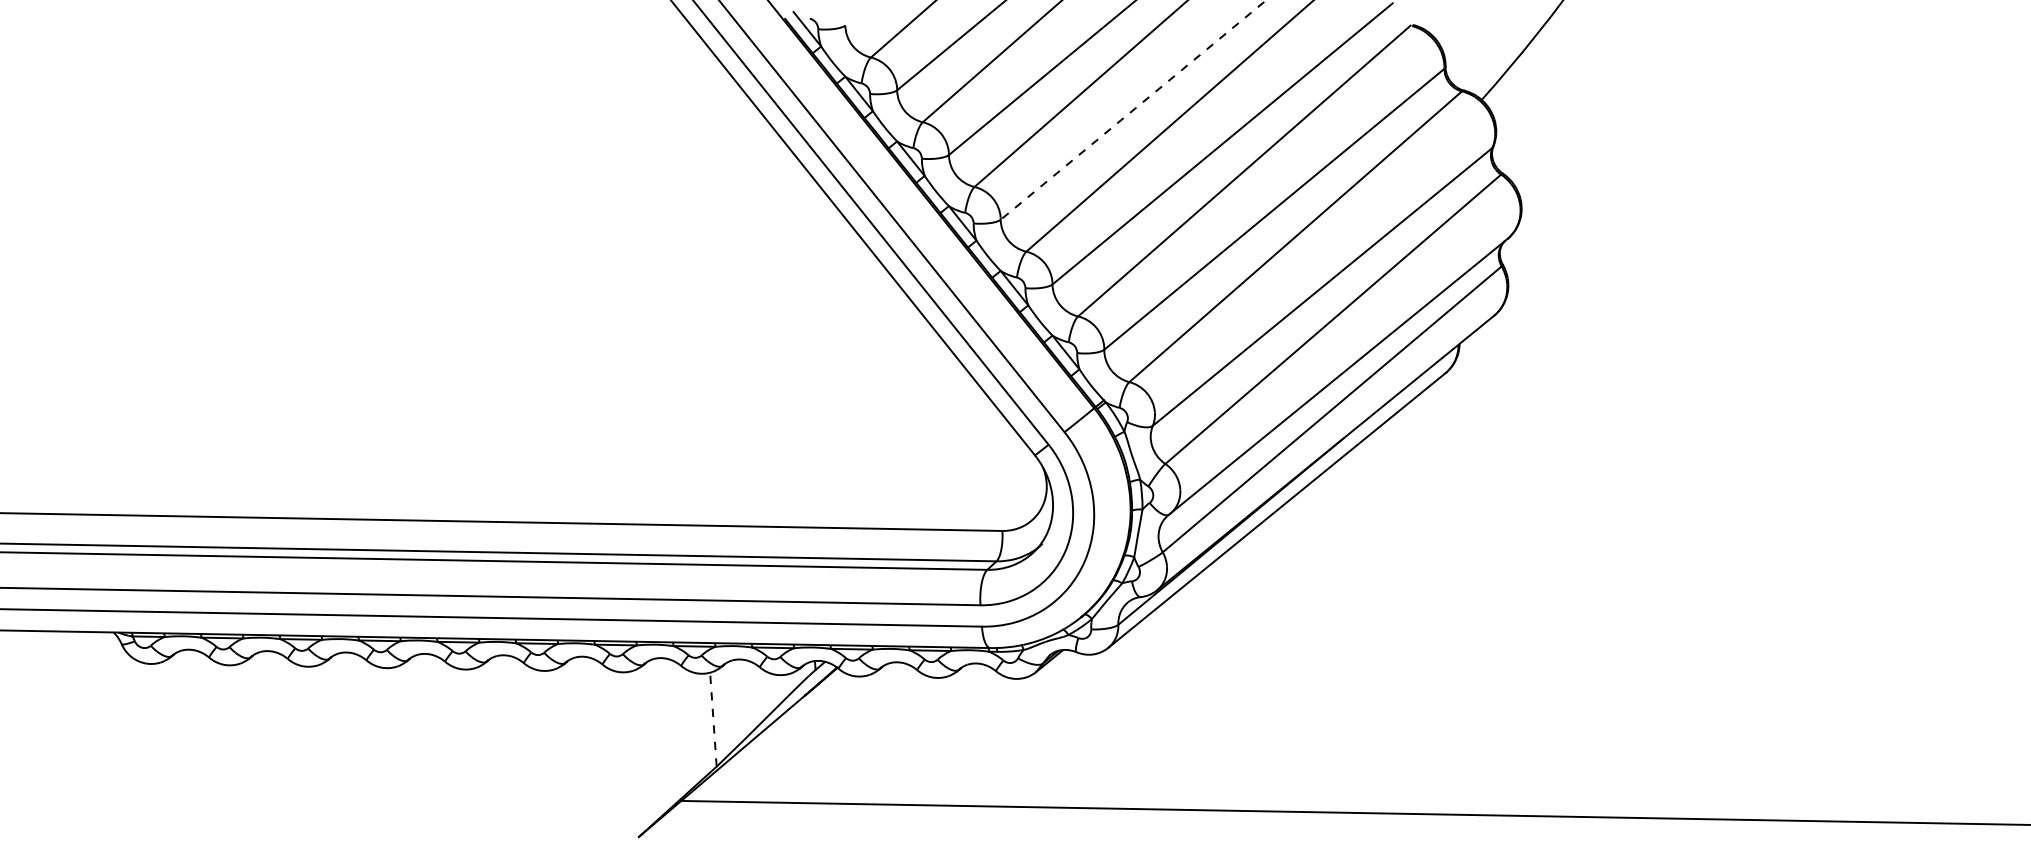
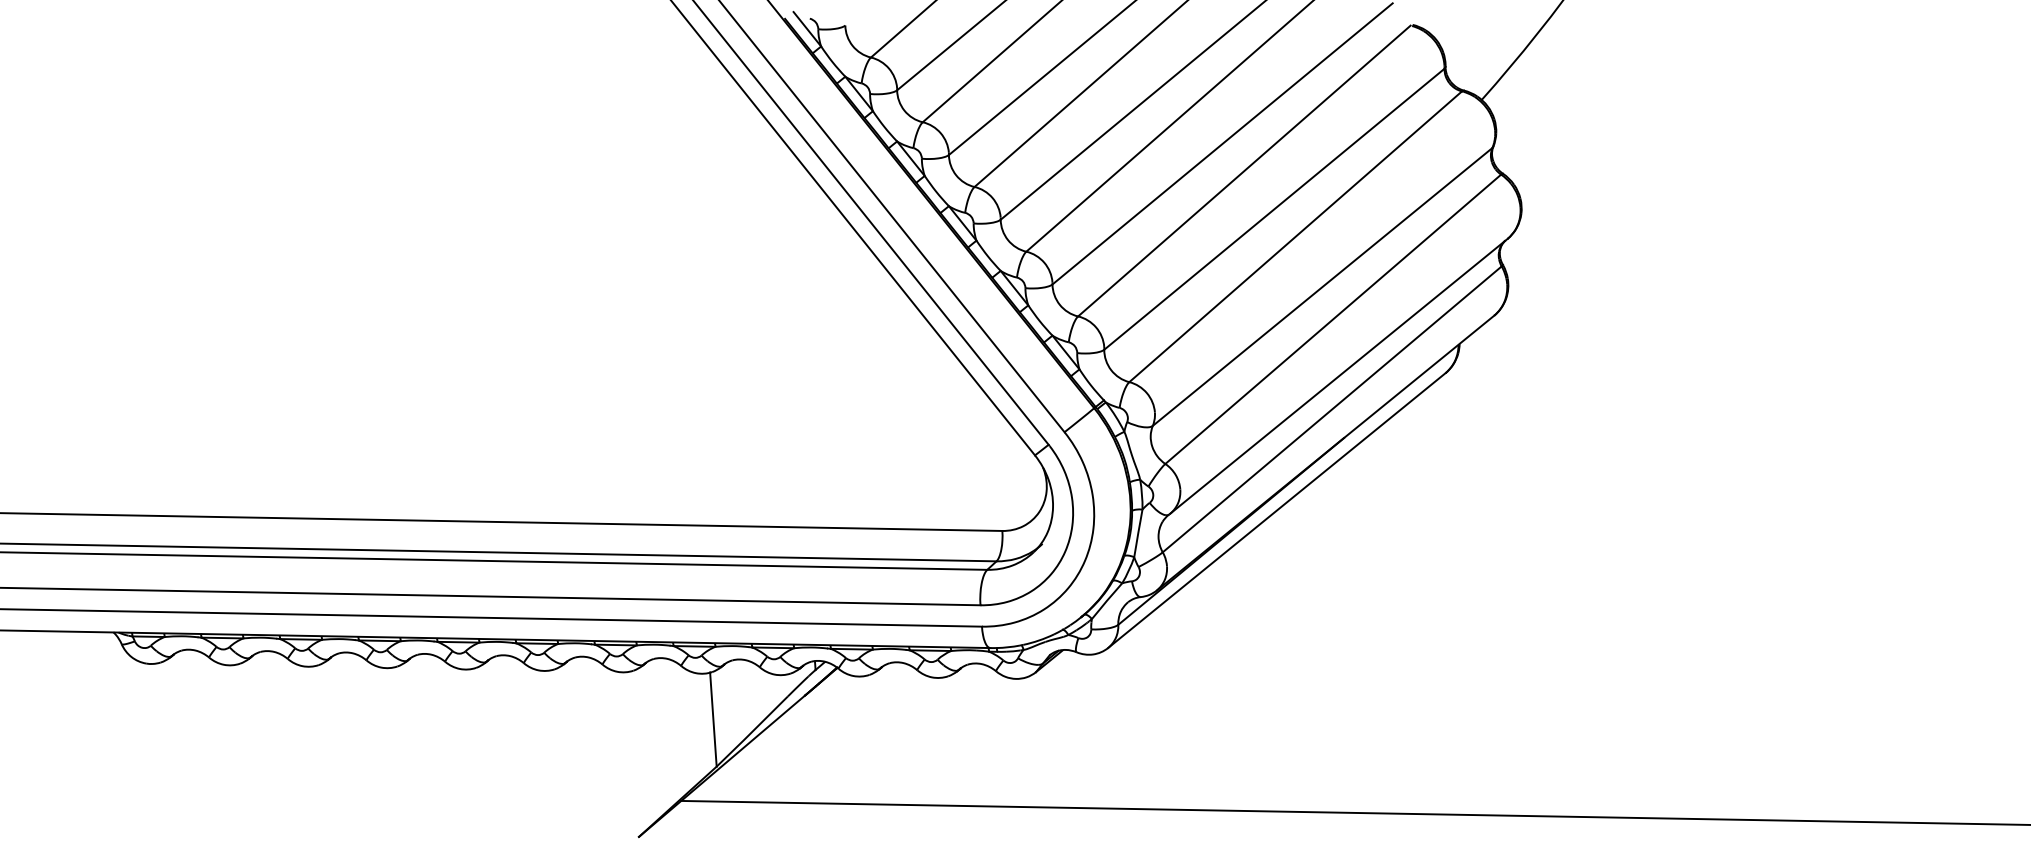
line at (1133, 110): dashed -> solid
line at (713, 719): dashed -> solid
